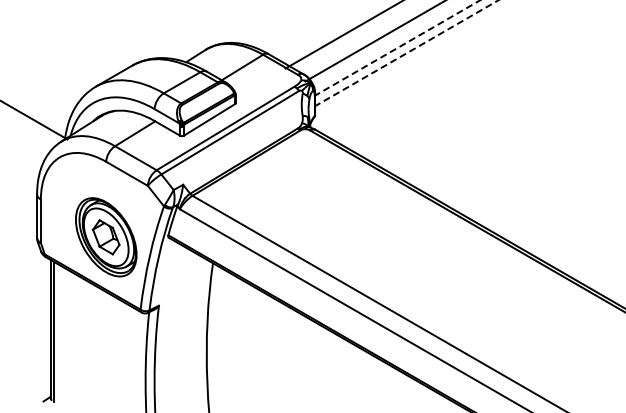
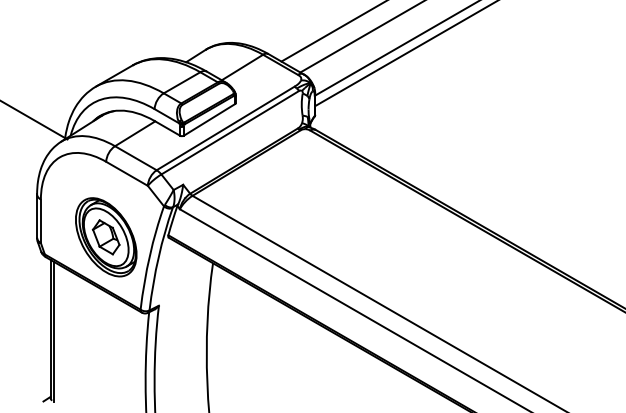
line at (342, 35) position: (342, 35) -> (332, 31)
line at (373, 41) position: (373, 41) -> (360, 37)
line at (397, 48): dashed -> solid
line at (407, 53): dashed -> solid
